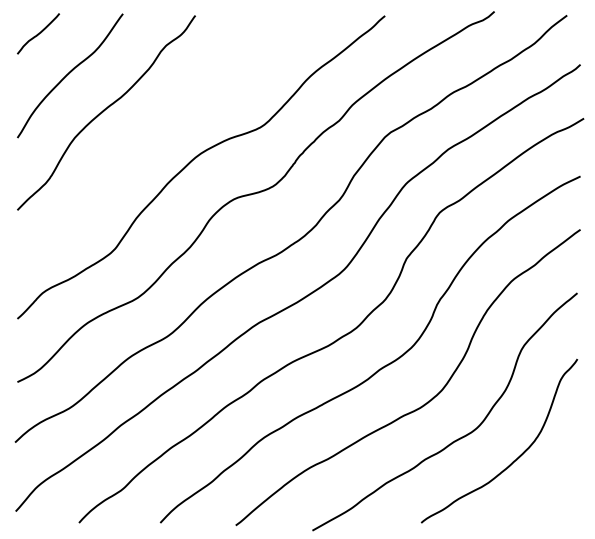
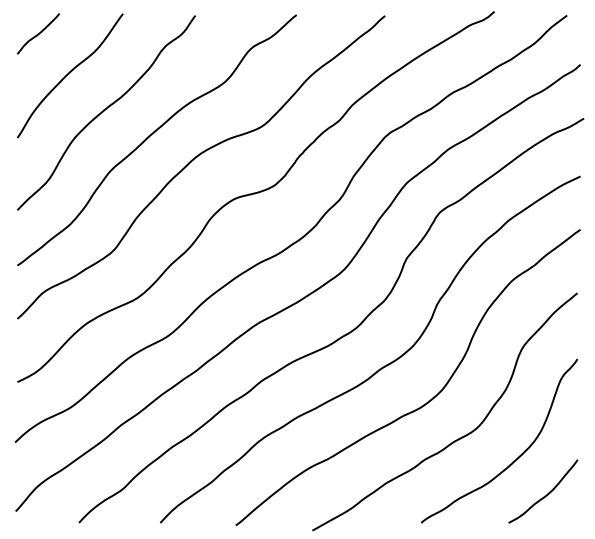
curve at (153, 134): none -> present
curve at (544, 495): none -> present
